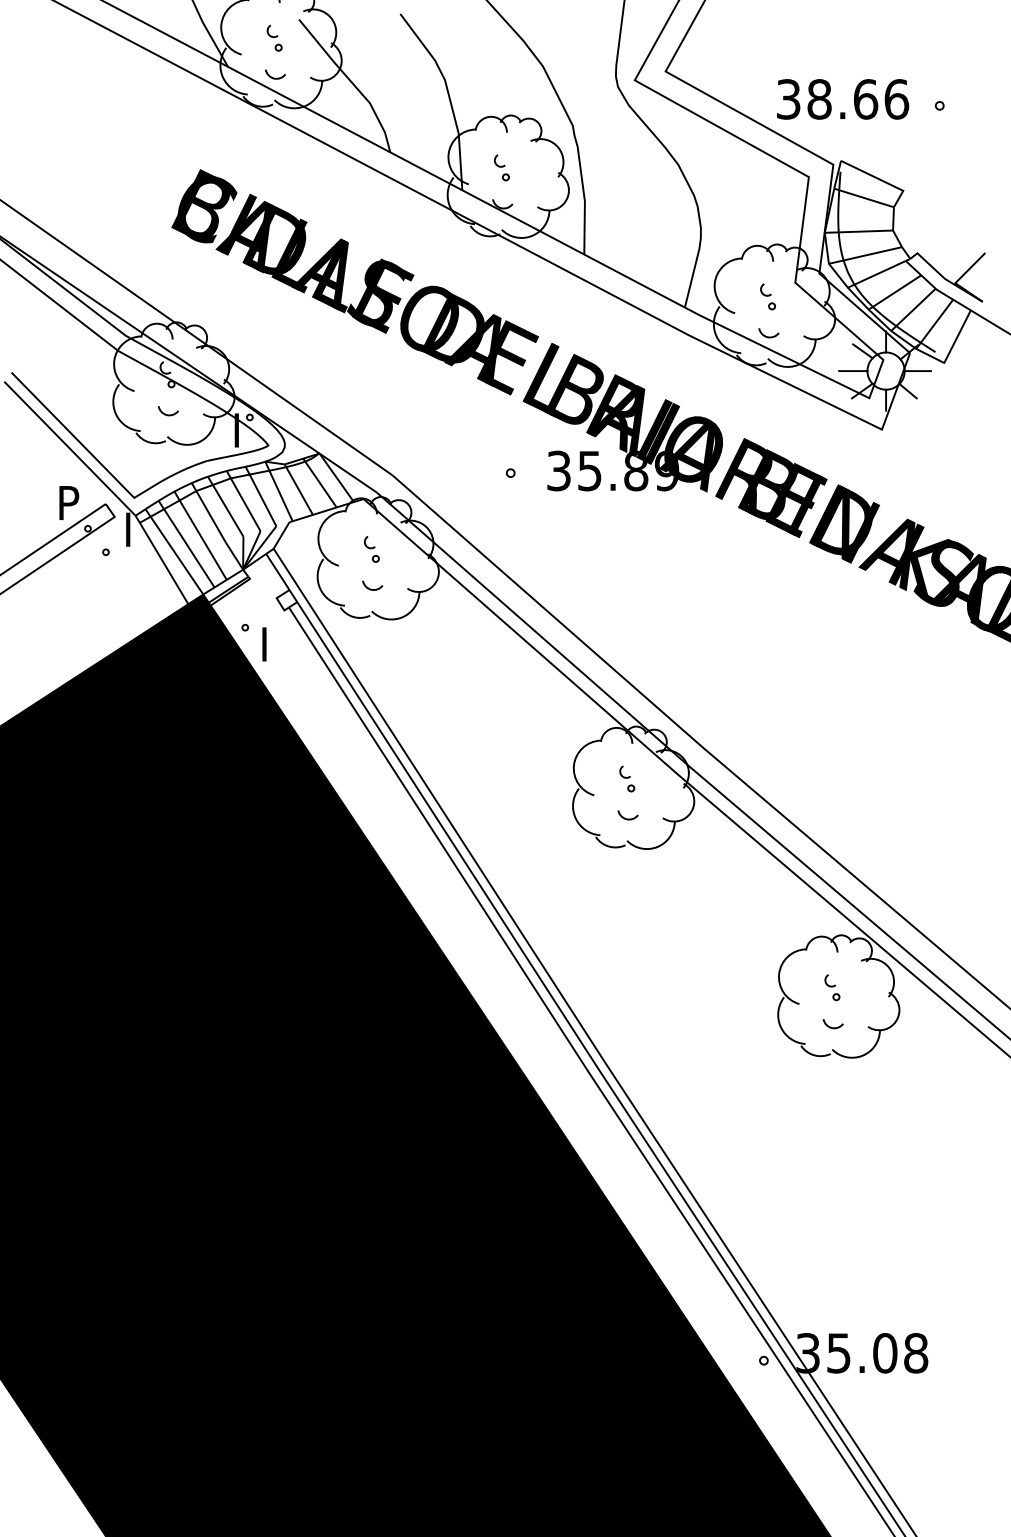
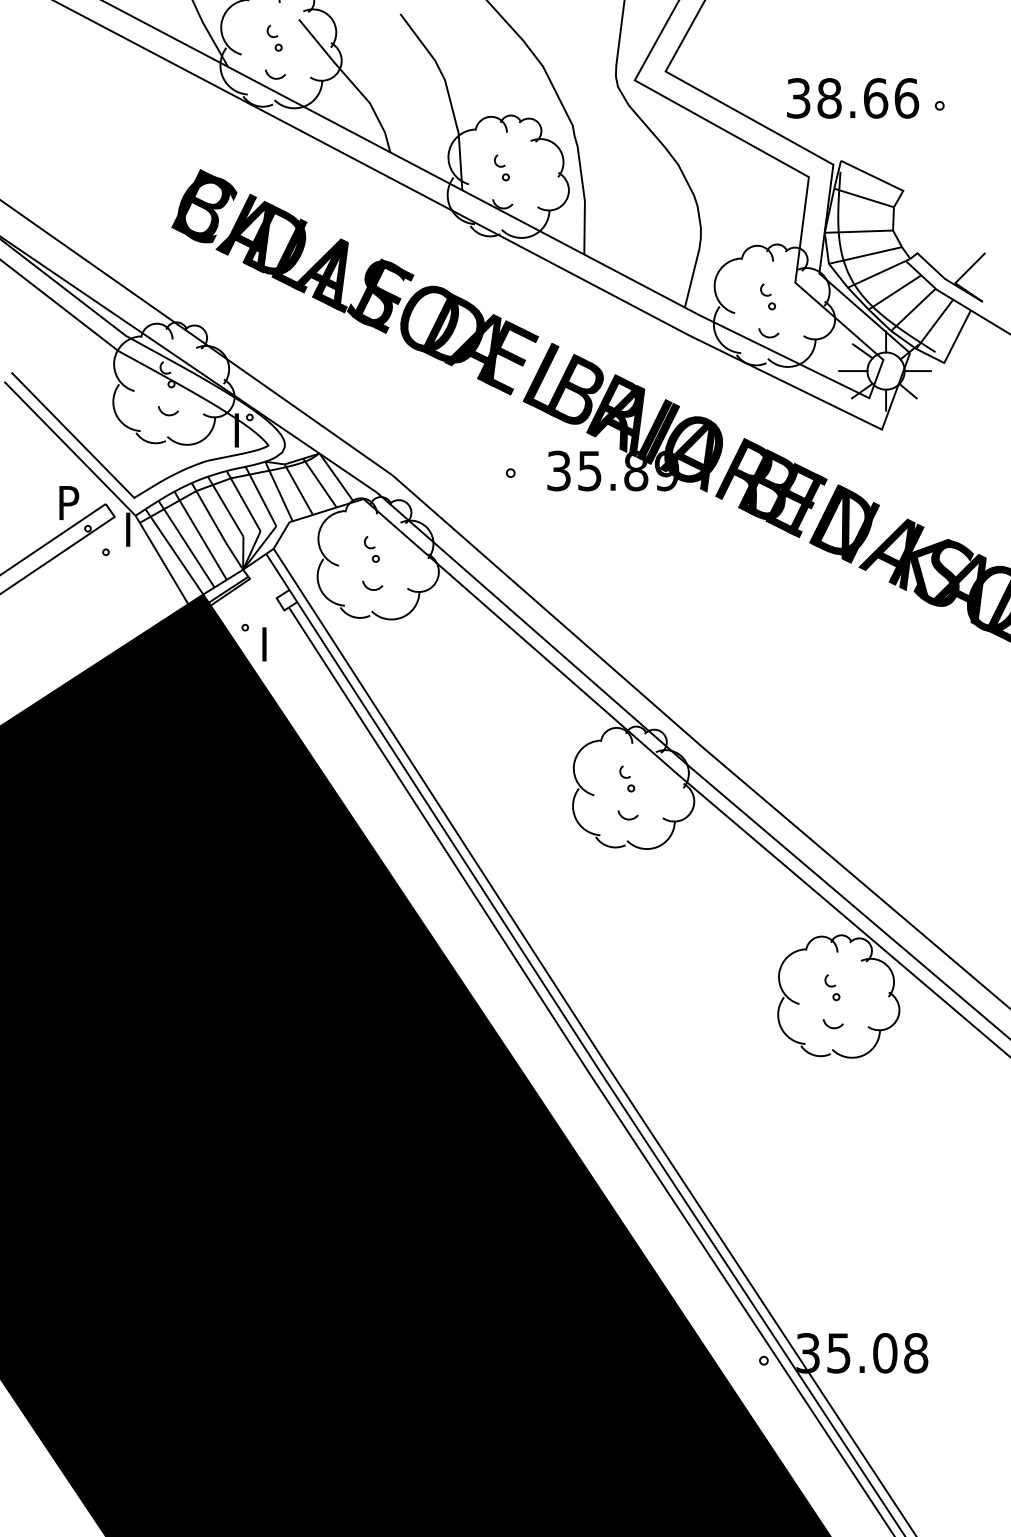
text at (843, 99) position: (843, 99) -> (853, 98)
